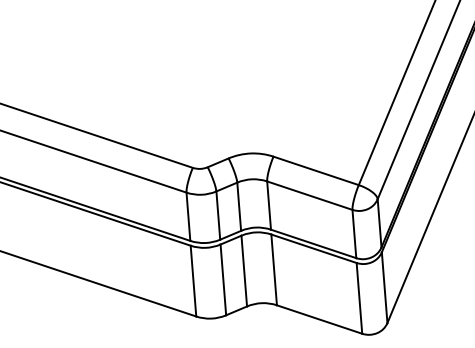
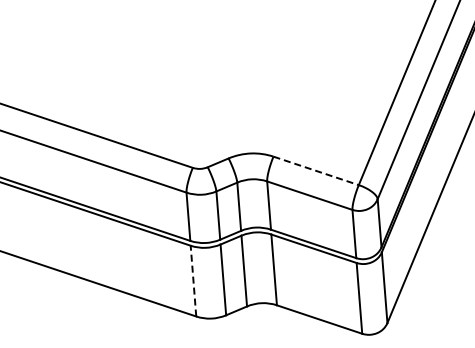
line at (316, 170): solid -> dashed
line at (193, 280): solid -> dashed
